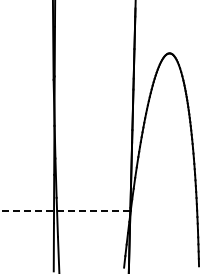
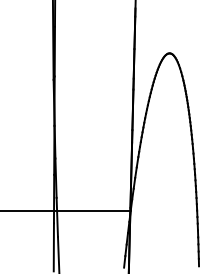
line at (65, 211): dashed -> solid
